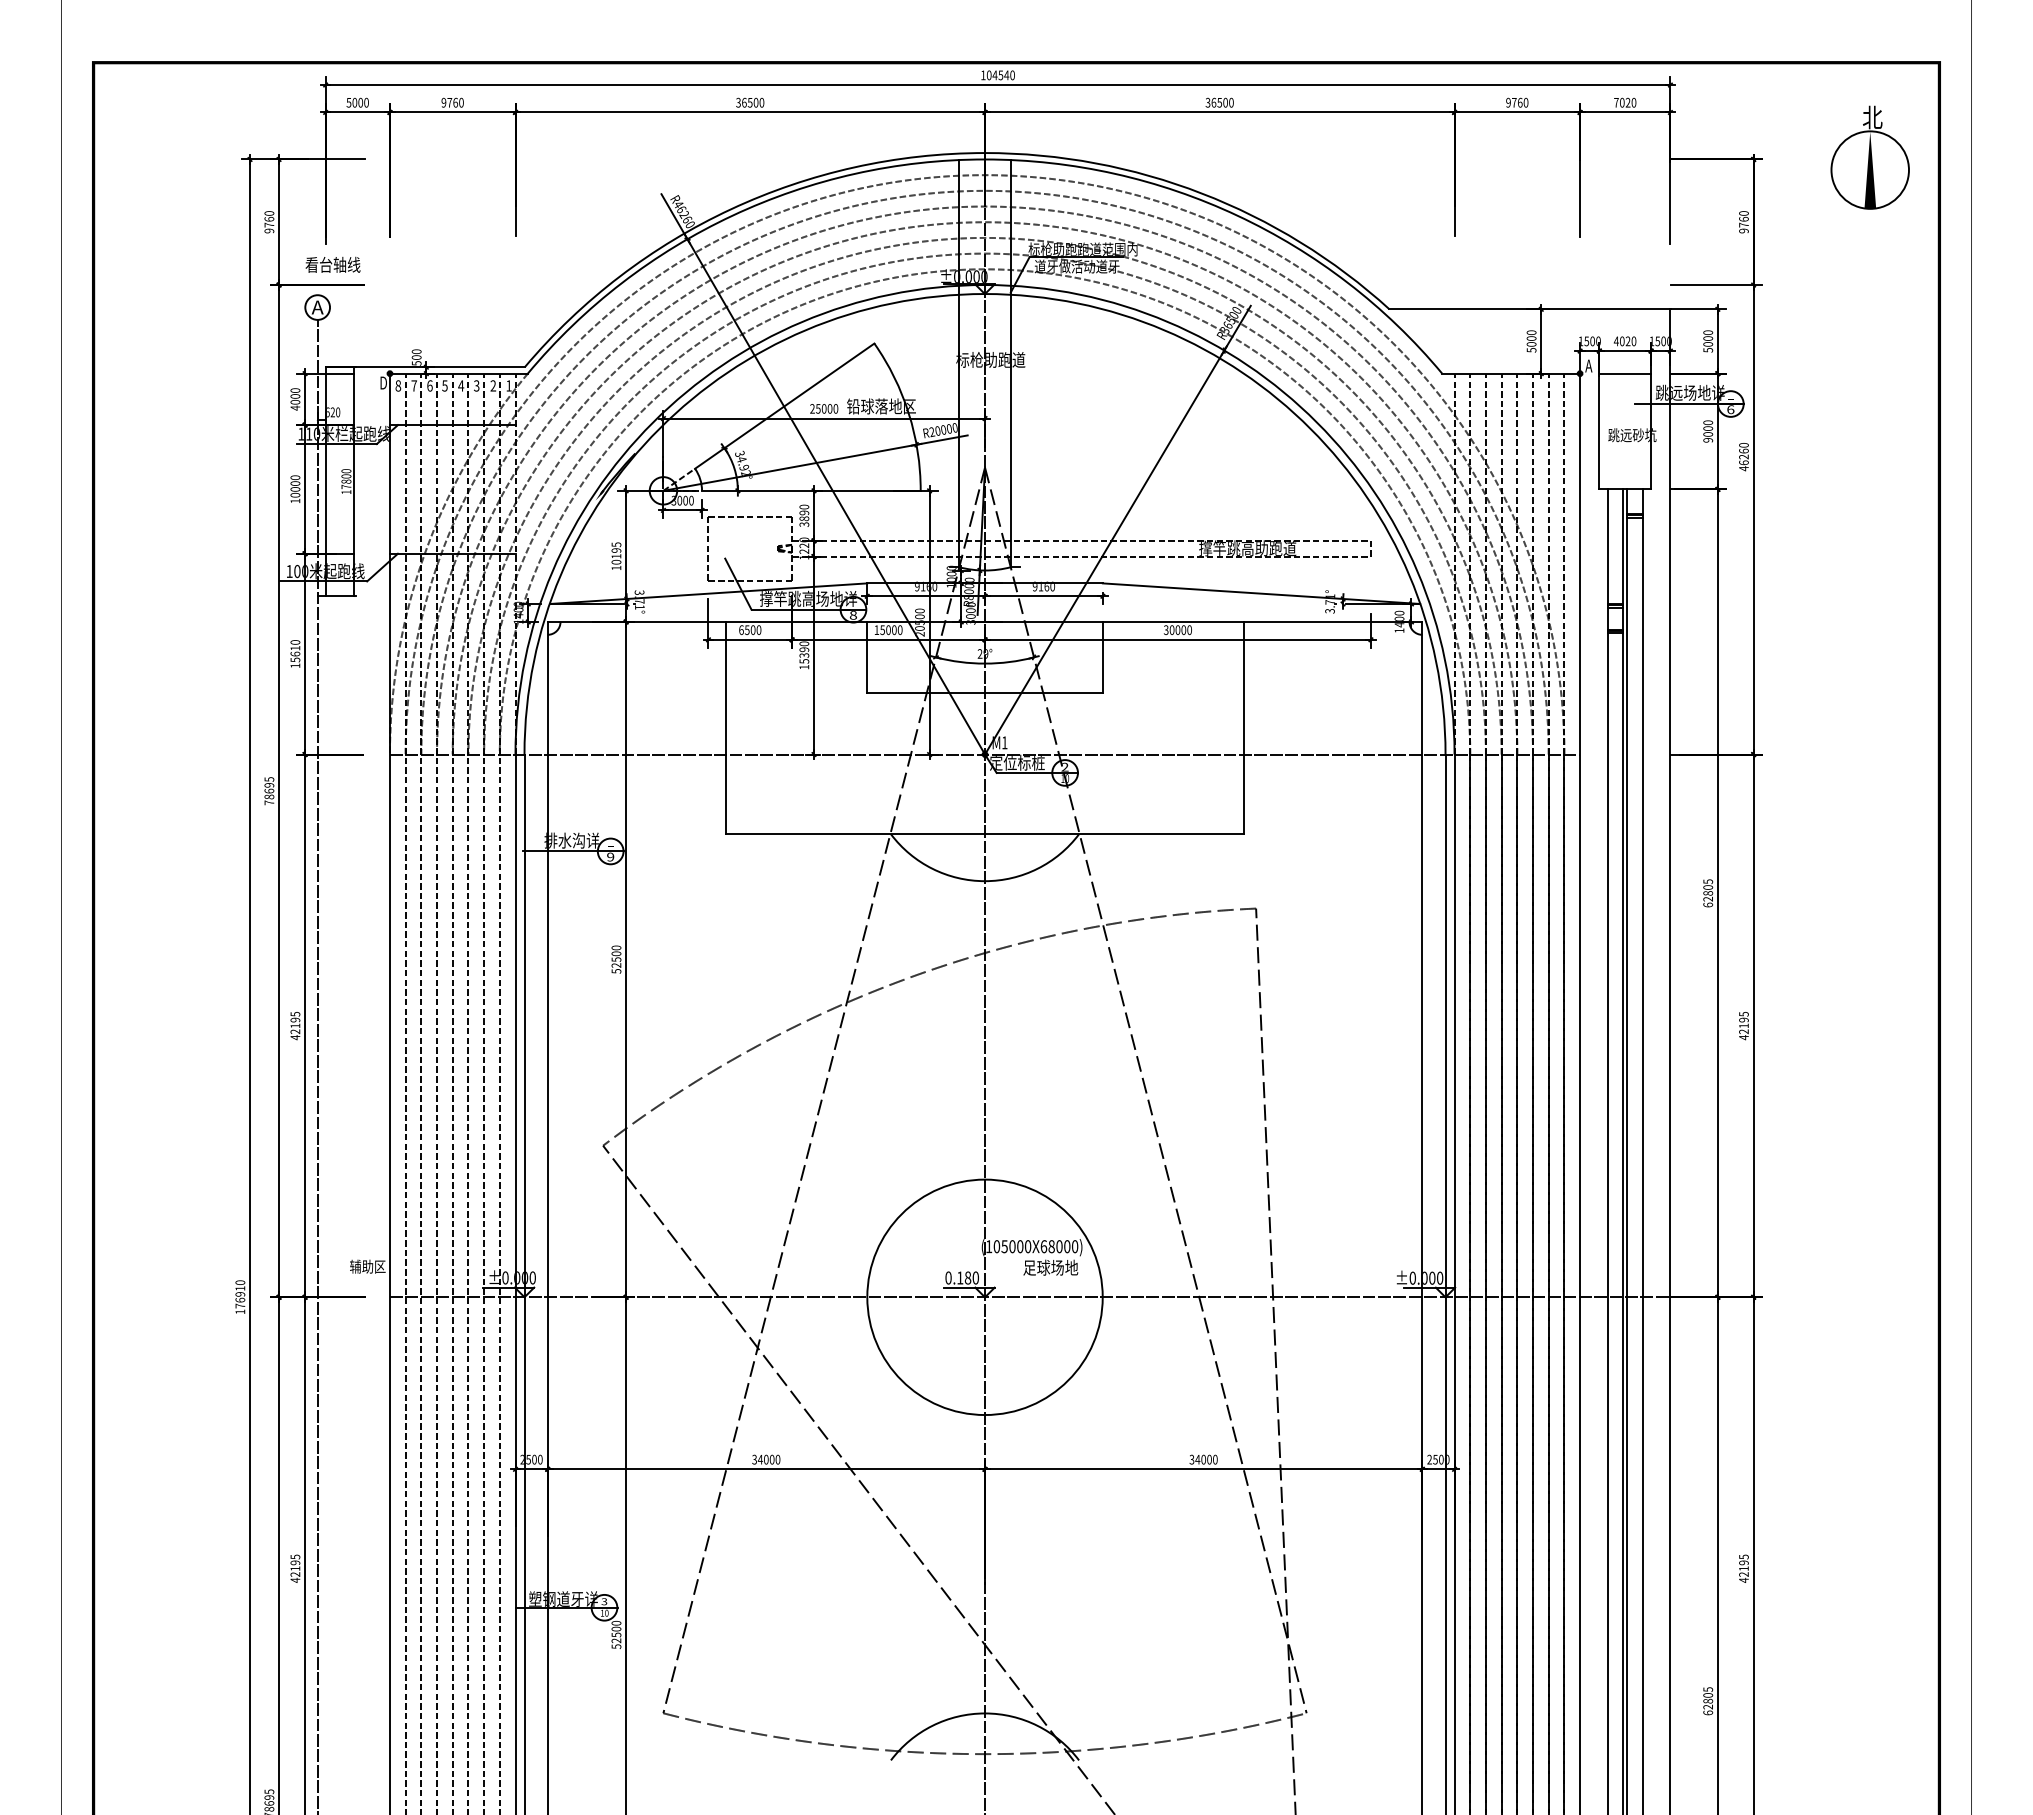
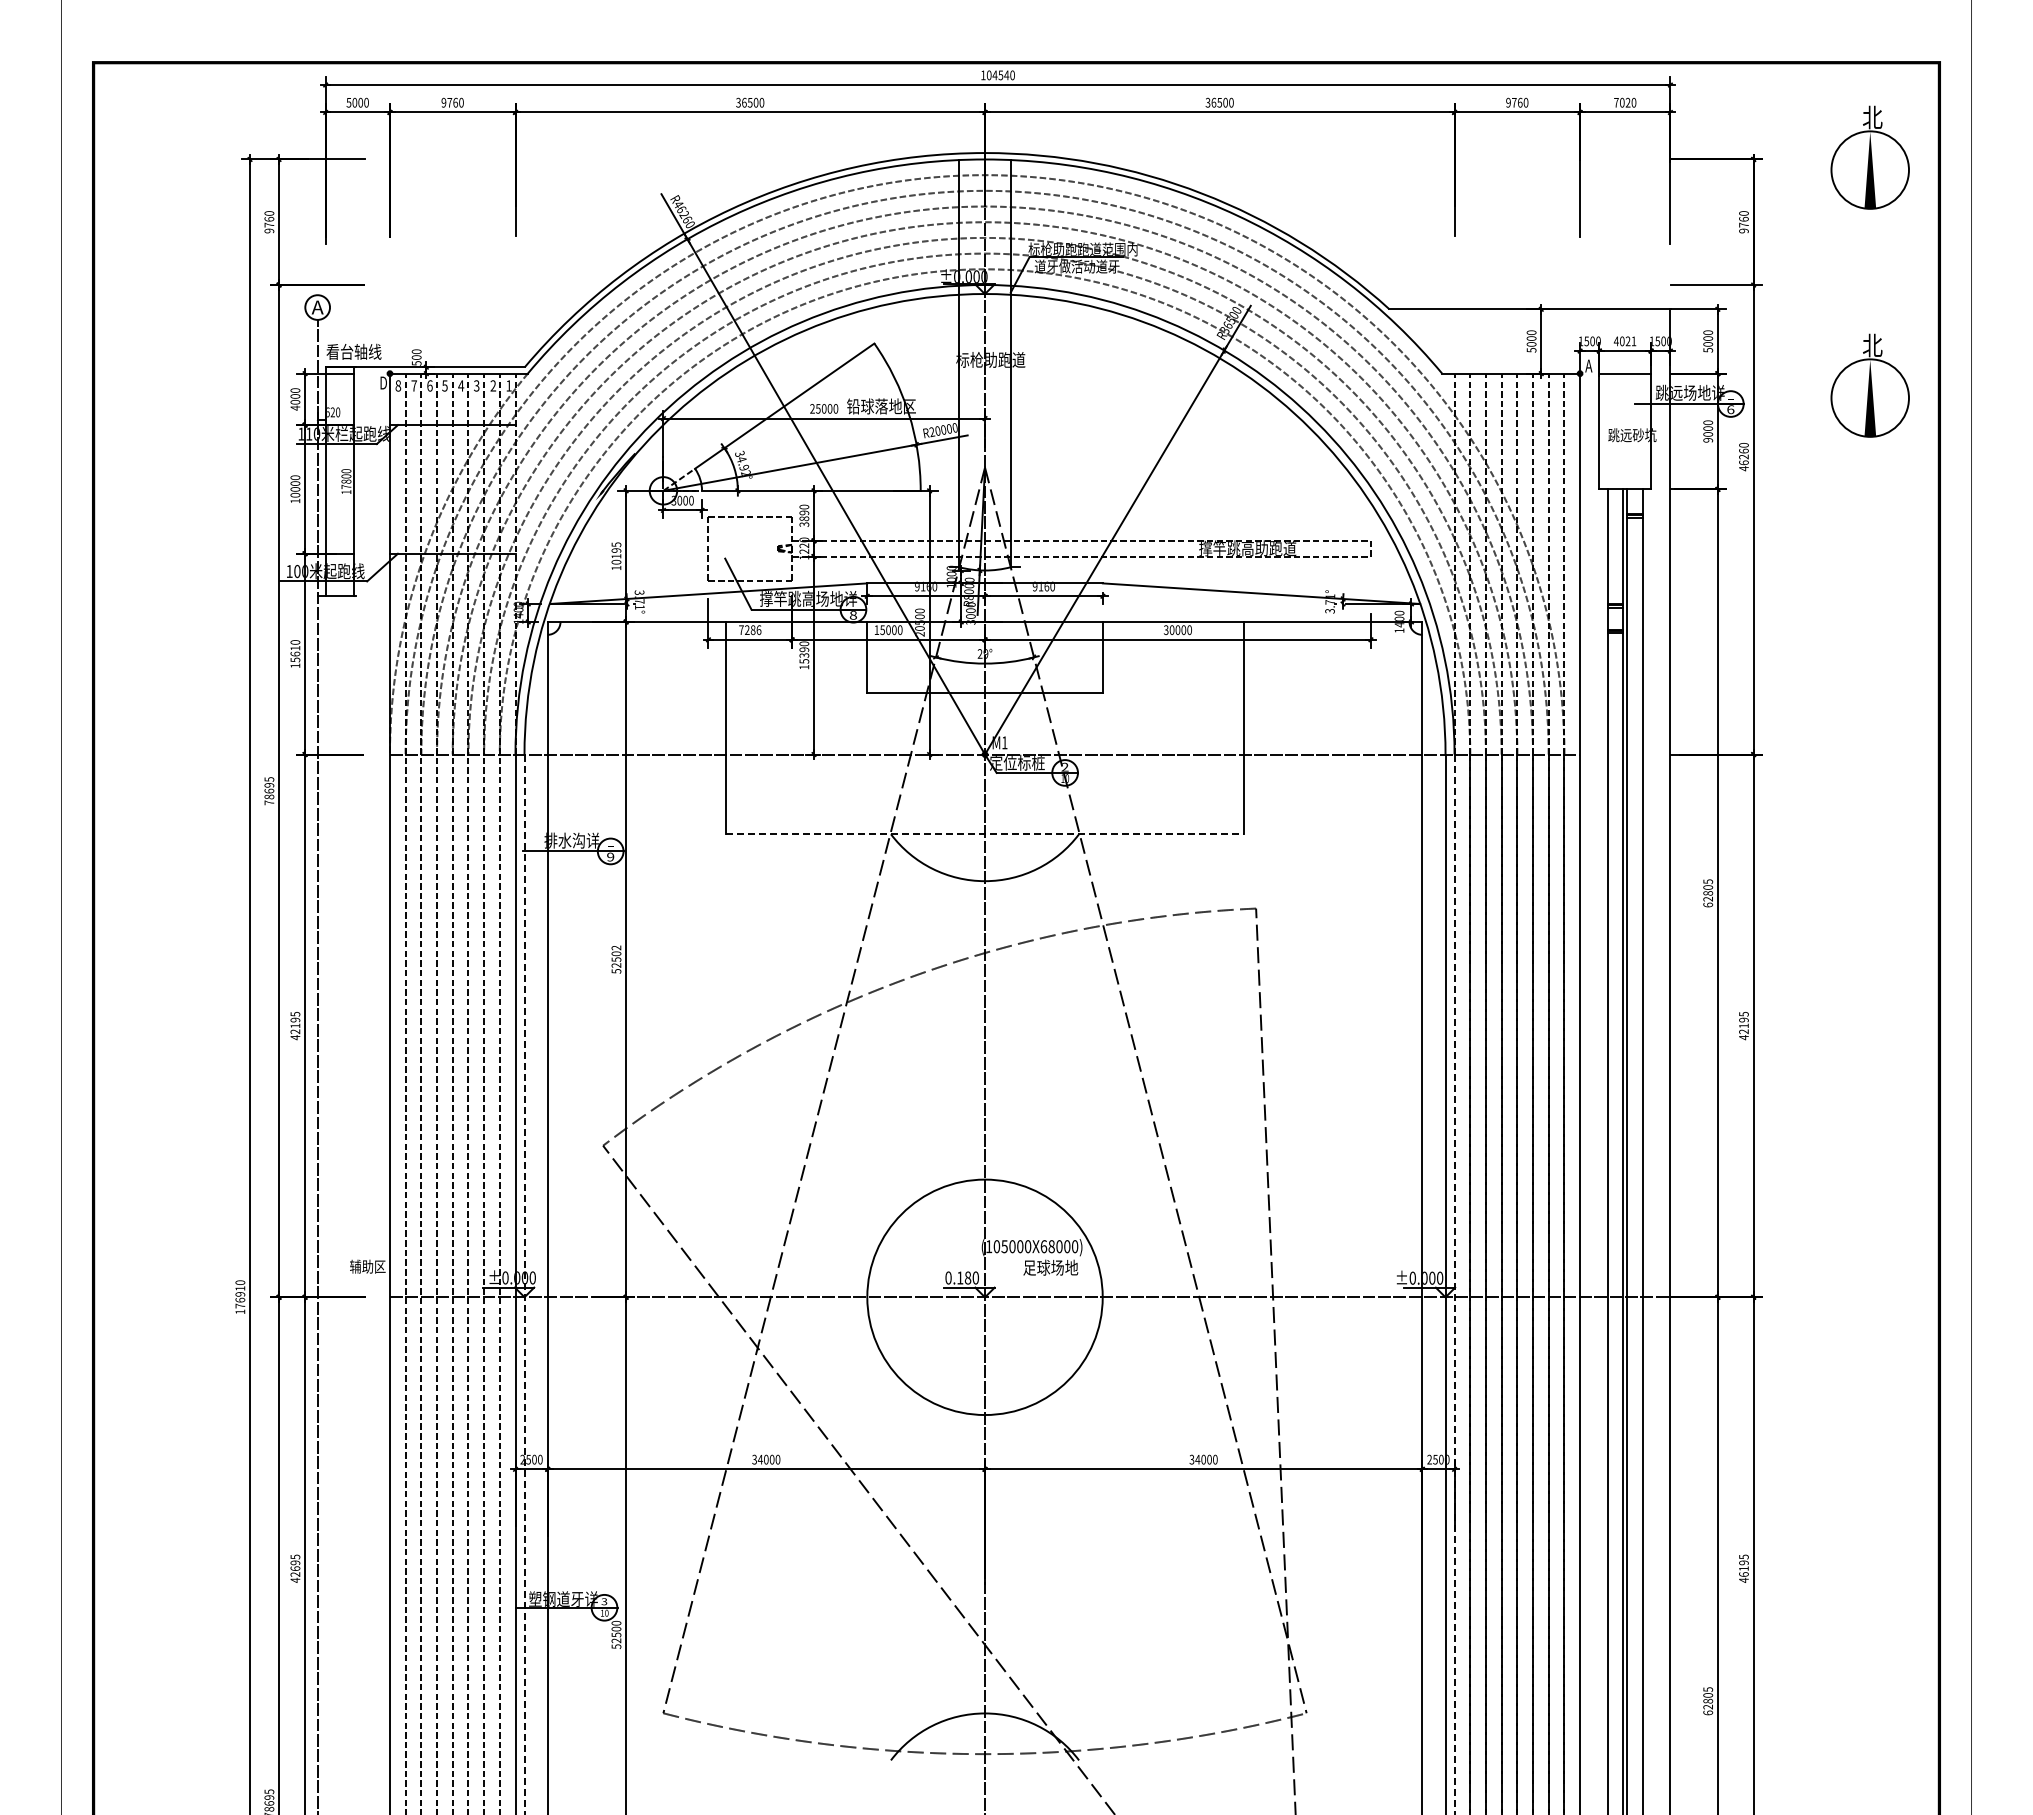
text at (332, 264) position: (332, 264) -> (353, 351)
text at (1633, 341): 4020 -> 4021
part at (1869, 385): none -> present
text at (750, 630): 6500 -> 7286
line at (985, 834): solid -> dashed
text at (616, 947): 52500 -> 52502
line at (524, 1284): solid -> dashed
line at (1454, 1284): solid -> dashed
text at (295, 1568): 42195 -> 42695
text at (1743, 1574): 42195 -> 46195
